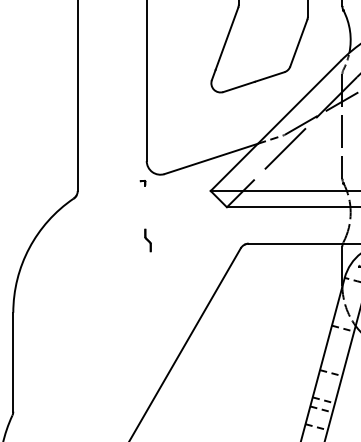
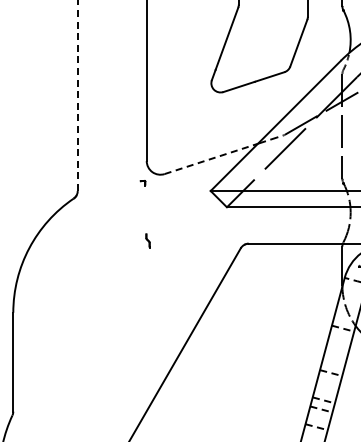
line at (77, 95): solid -> dashed
line at (211, 158): solid -> dashed
part at (147, 240) size: 8x25 px -> 6x16 px
